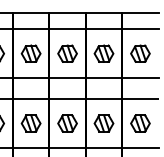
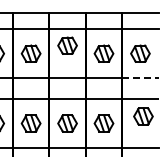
part at (67, 53) position: (67, 53) -> (67, 45)
line at (140, 78): solid -> dashed
part at (140, 123) position: (140, 123) -> (143, 116)
